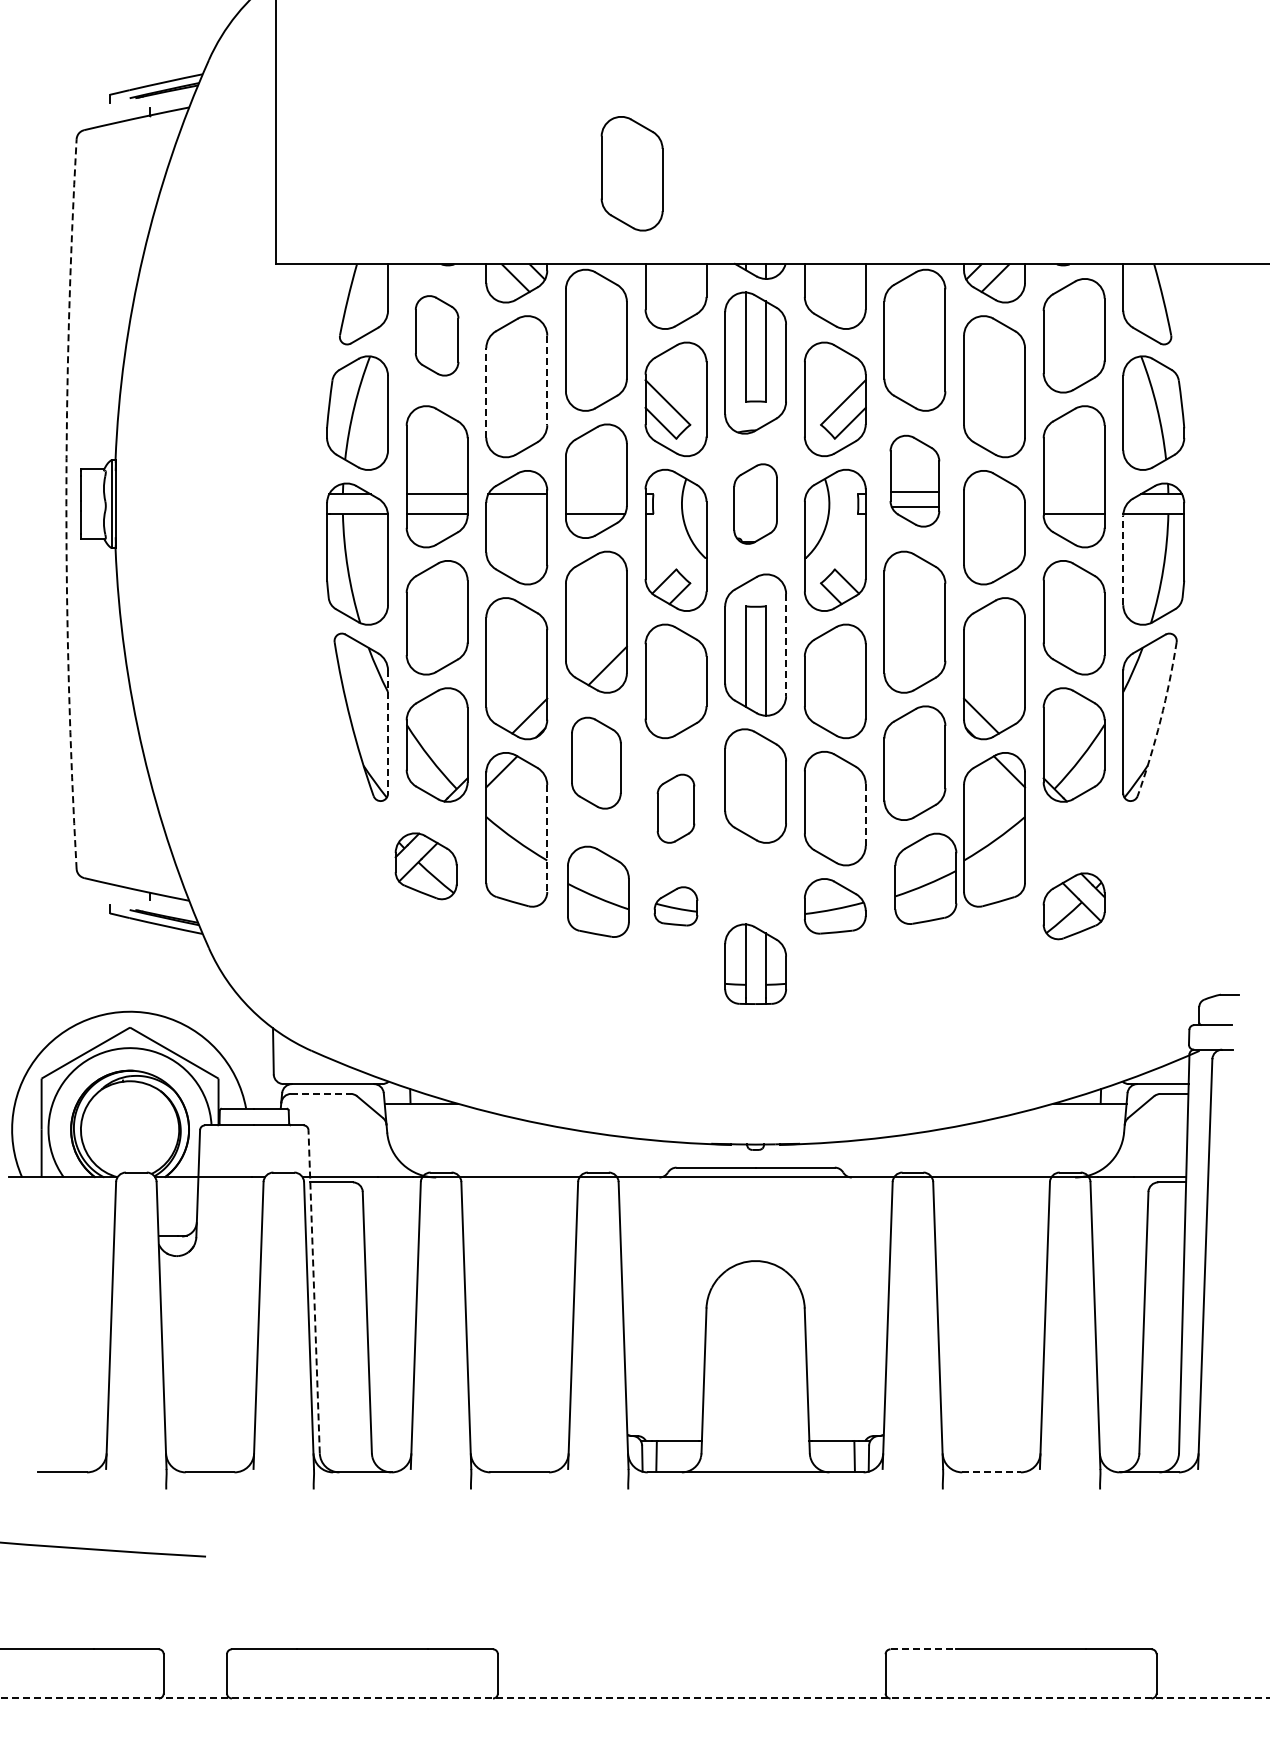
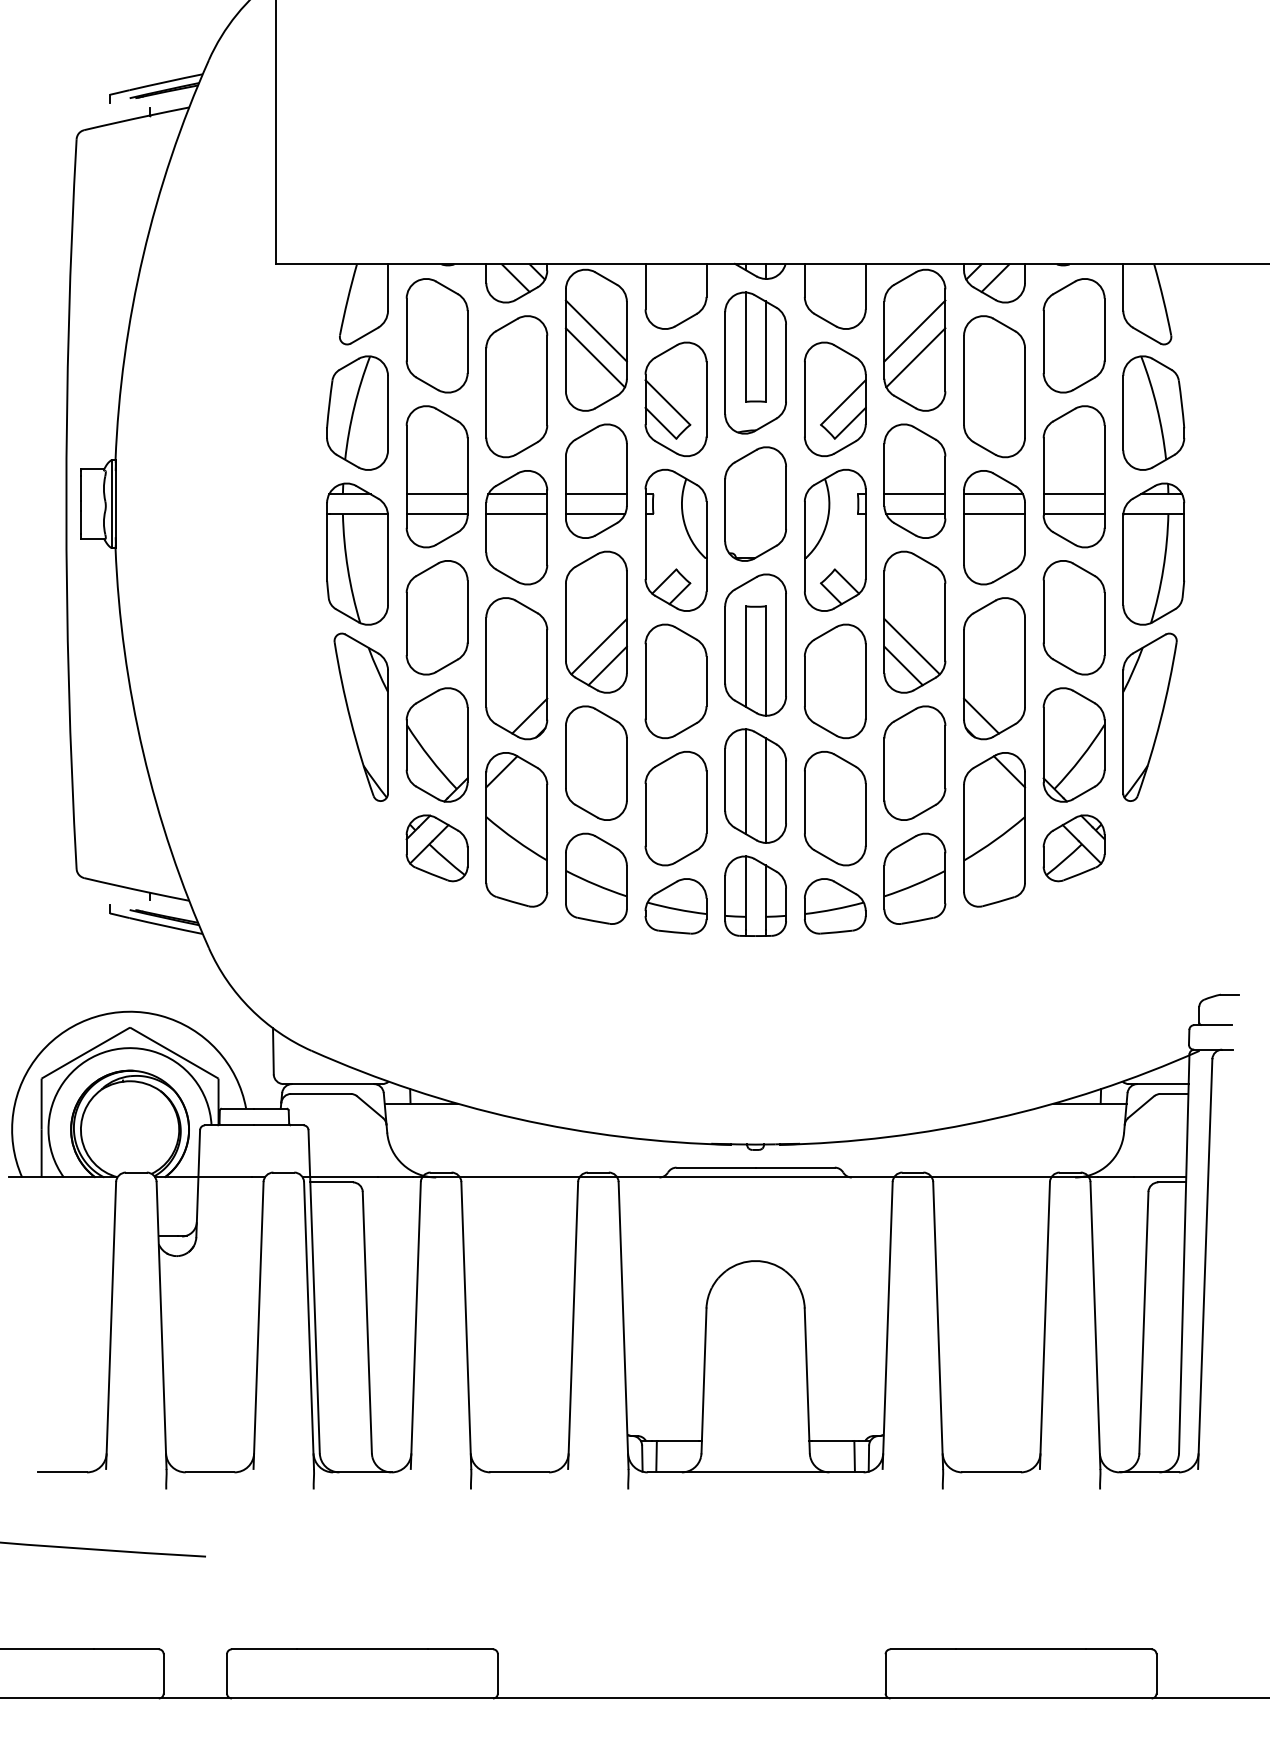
part at (631, 173): present -> none
line at (595, 330): none -> present
line at (914, 330): none -> present
part at (437, 335) size: 45x82 px -> 64x116 px
line at (594, 357): none -> present
line at (915, 357): none -> present
line at (547, 380): dashed -> solid
line at (486, 392): dashed -> solid
part at (914, 480) size: 52x94 px -> 64x116 px
line at (595, 494): none -> present
line at (993, 494): none -> present
line at (1073, 494): none -> present
part at (755, 503) size: 45x82 px -> 63x116 px
arc at (66, 504): dashed -> solid
line at (516, 513): none -> present
line at (994, 513): none -> present
line at (1123, 560): dashed -> solid
line at (786, 645): dashed -> solid
line at (598, 646): none -> present
line at (911, 646): none -> present
line at (903, 665): none -> present
arc at (1160, 720): dashed -> solid
line at (388, 732): dashed -> solid
part at (596, 762) size: 51x94 px -> 63x116 px
line at (745, 781): none -> present
line at (765, 790): none -> present
part at (675, 808) size: 40x71 px -> 64x116 px
line at (865, 814): dashed -> solid
line at (547, 838): dashed -> solid
part at (425, 866) position: (425, 866) -> (436, 848)
part at (925, 878) position: (925, 878) -> (914, 878)
part at (598, 891) position: (598, 891) -> (596, 878)
part at (675, 906) size: 46x41 px -> 64x57 px
part at (1073, 906) position: (1073, 906) -> (1073, 848)
part at (755, 963) position: (755, 963) -> (755, 895)
line at (320, 1093): dashed -> solid
line at (314, 1291): dashed -> solid
line at (992, 1472): dashed -> solid
line at (923, 1649): dashed -> solid
line at (635, 1698): dashed -> solid
